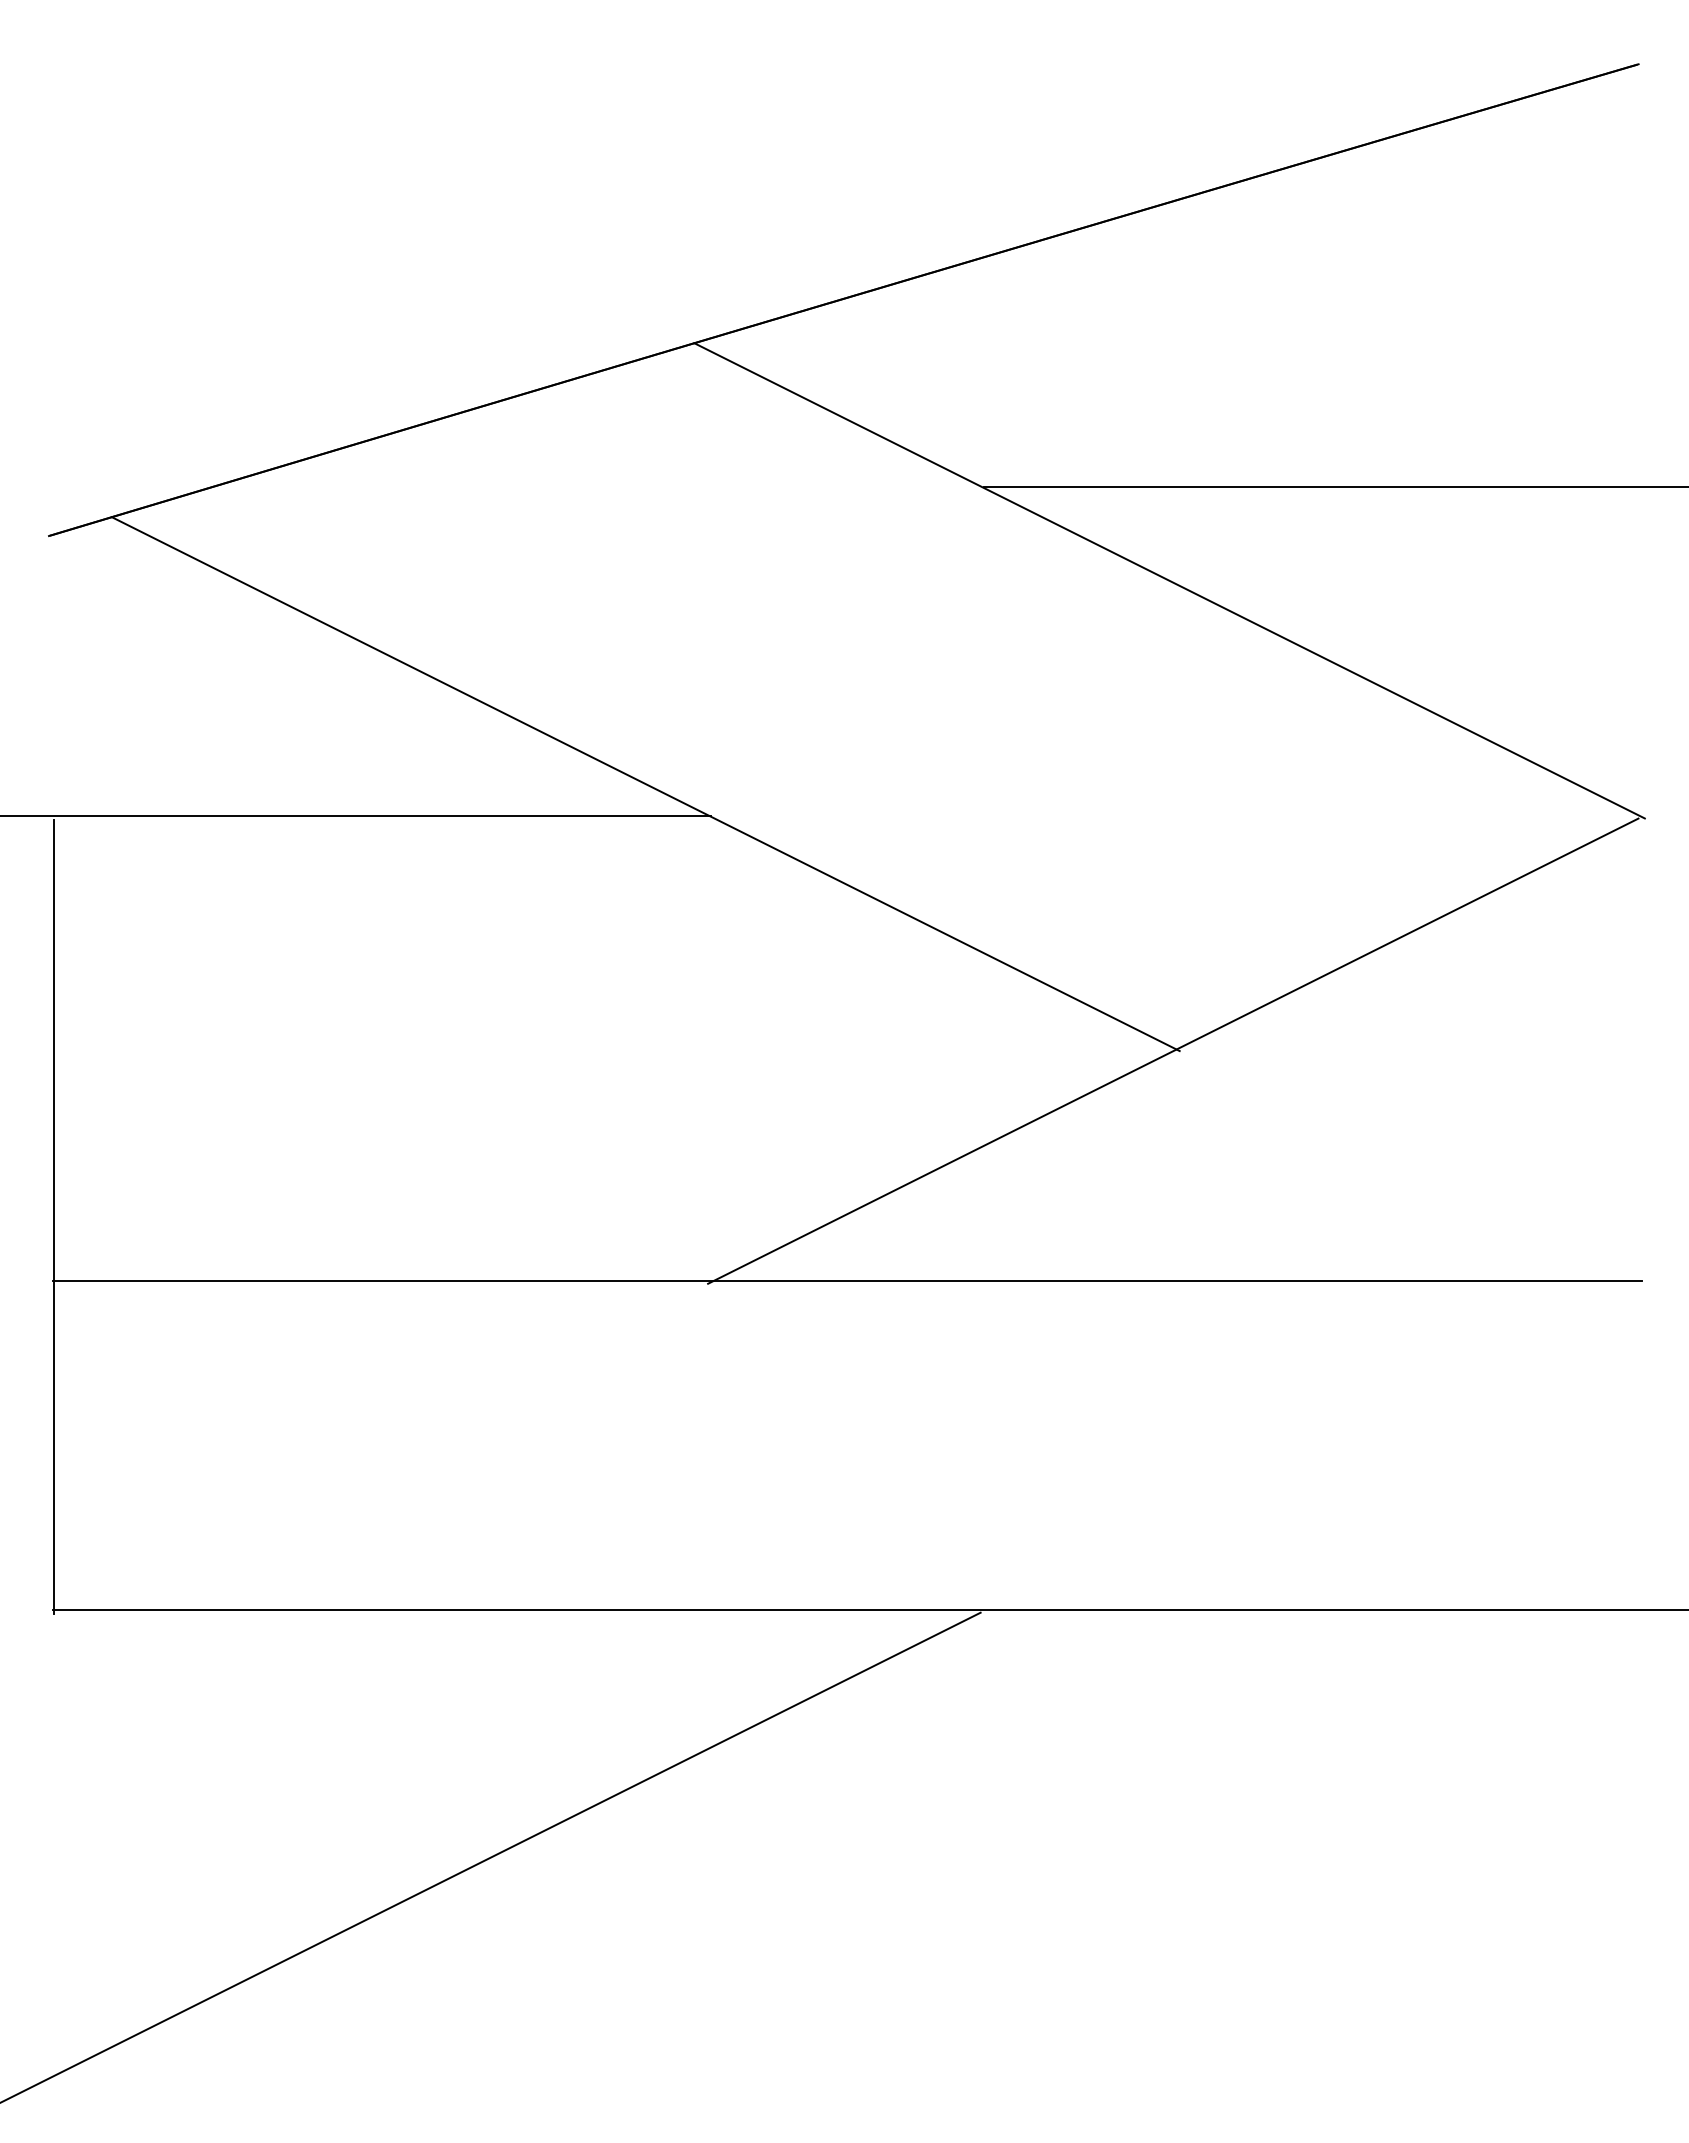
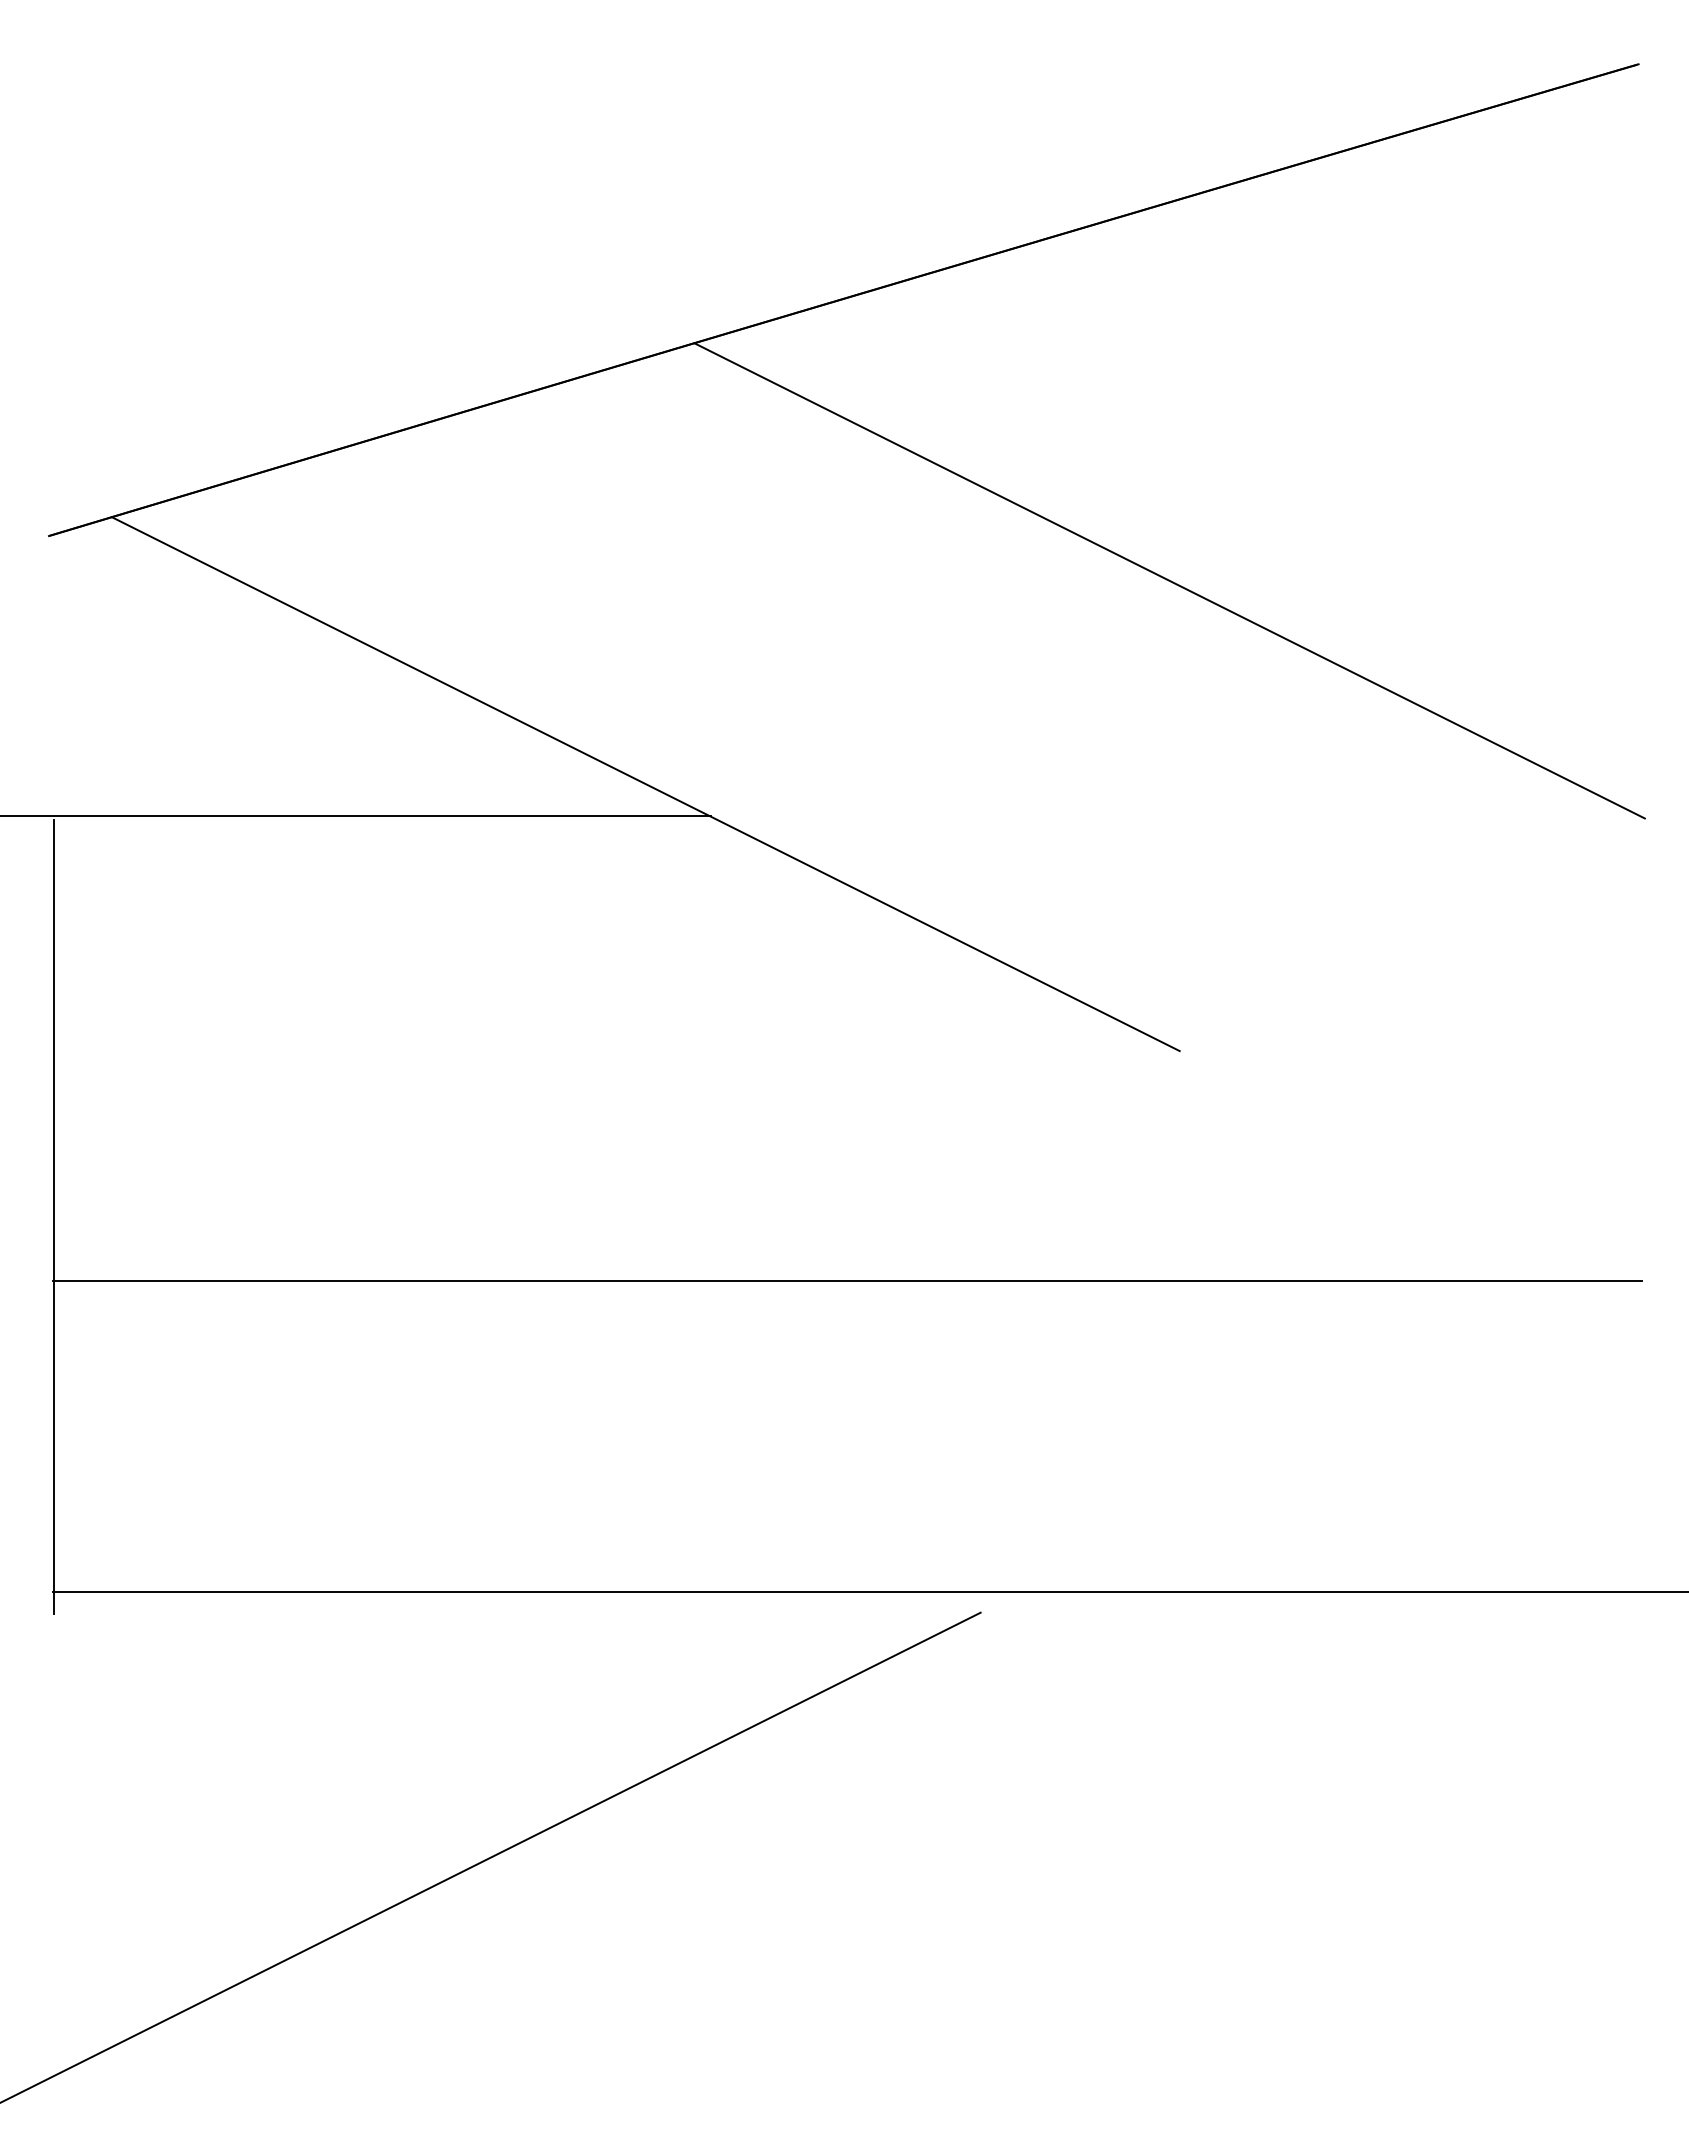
line at (1334, 486): present -> none
line at (1173, 1050): present -> none
line at (869, 1609) position: (869, 1609) -> (869, 1591)
